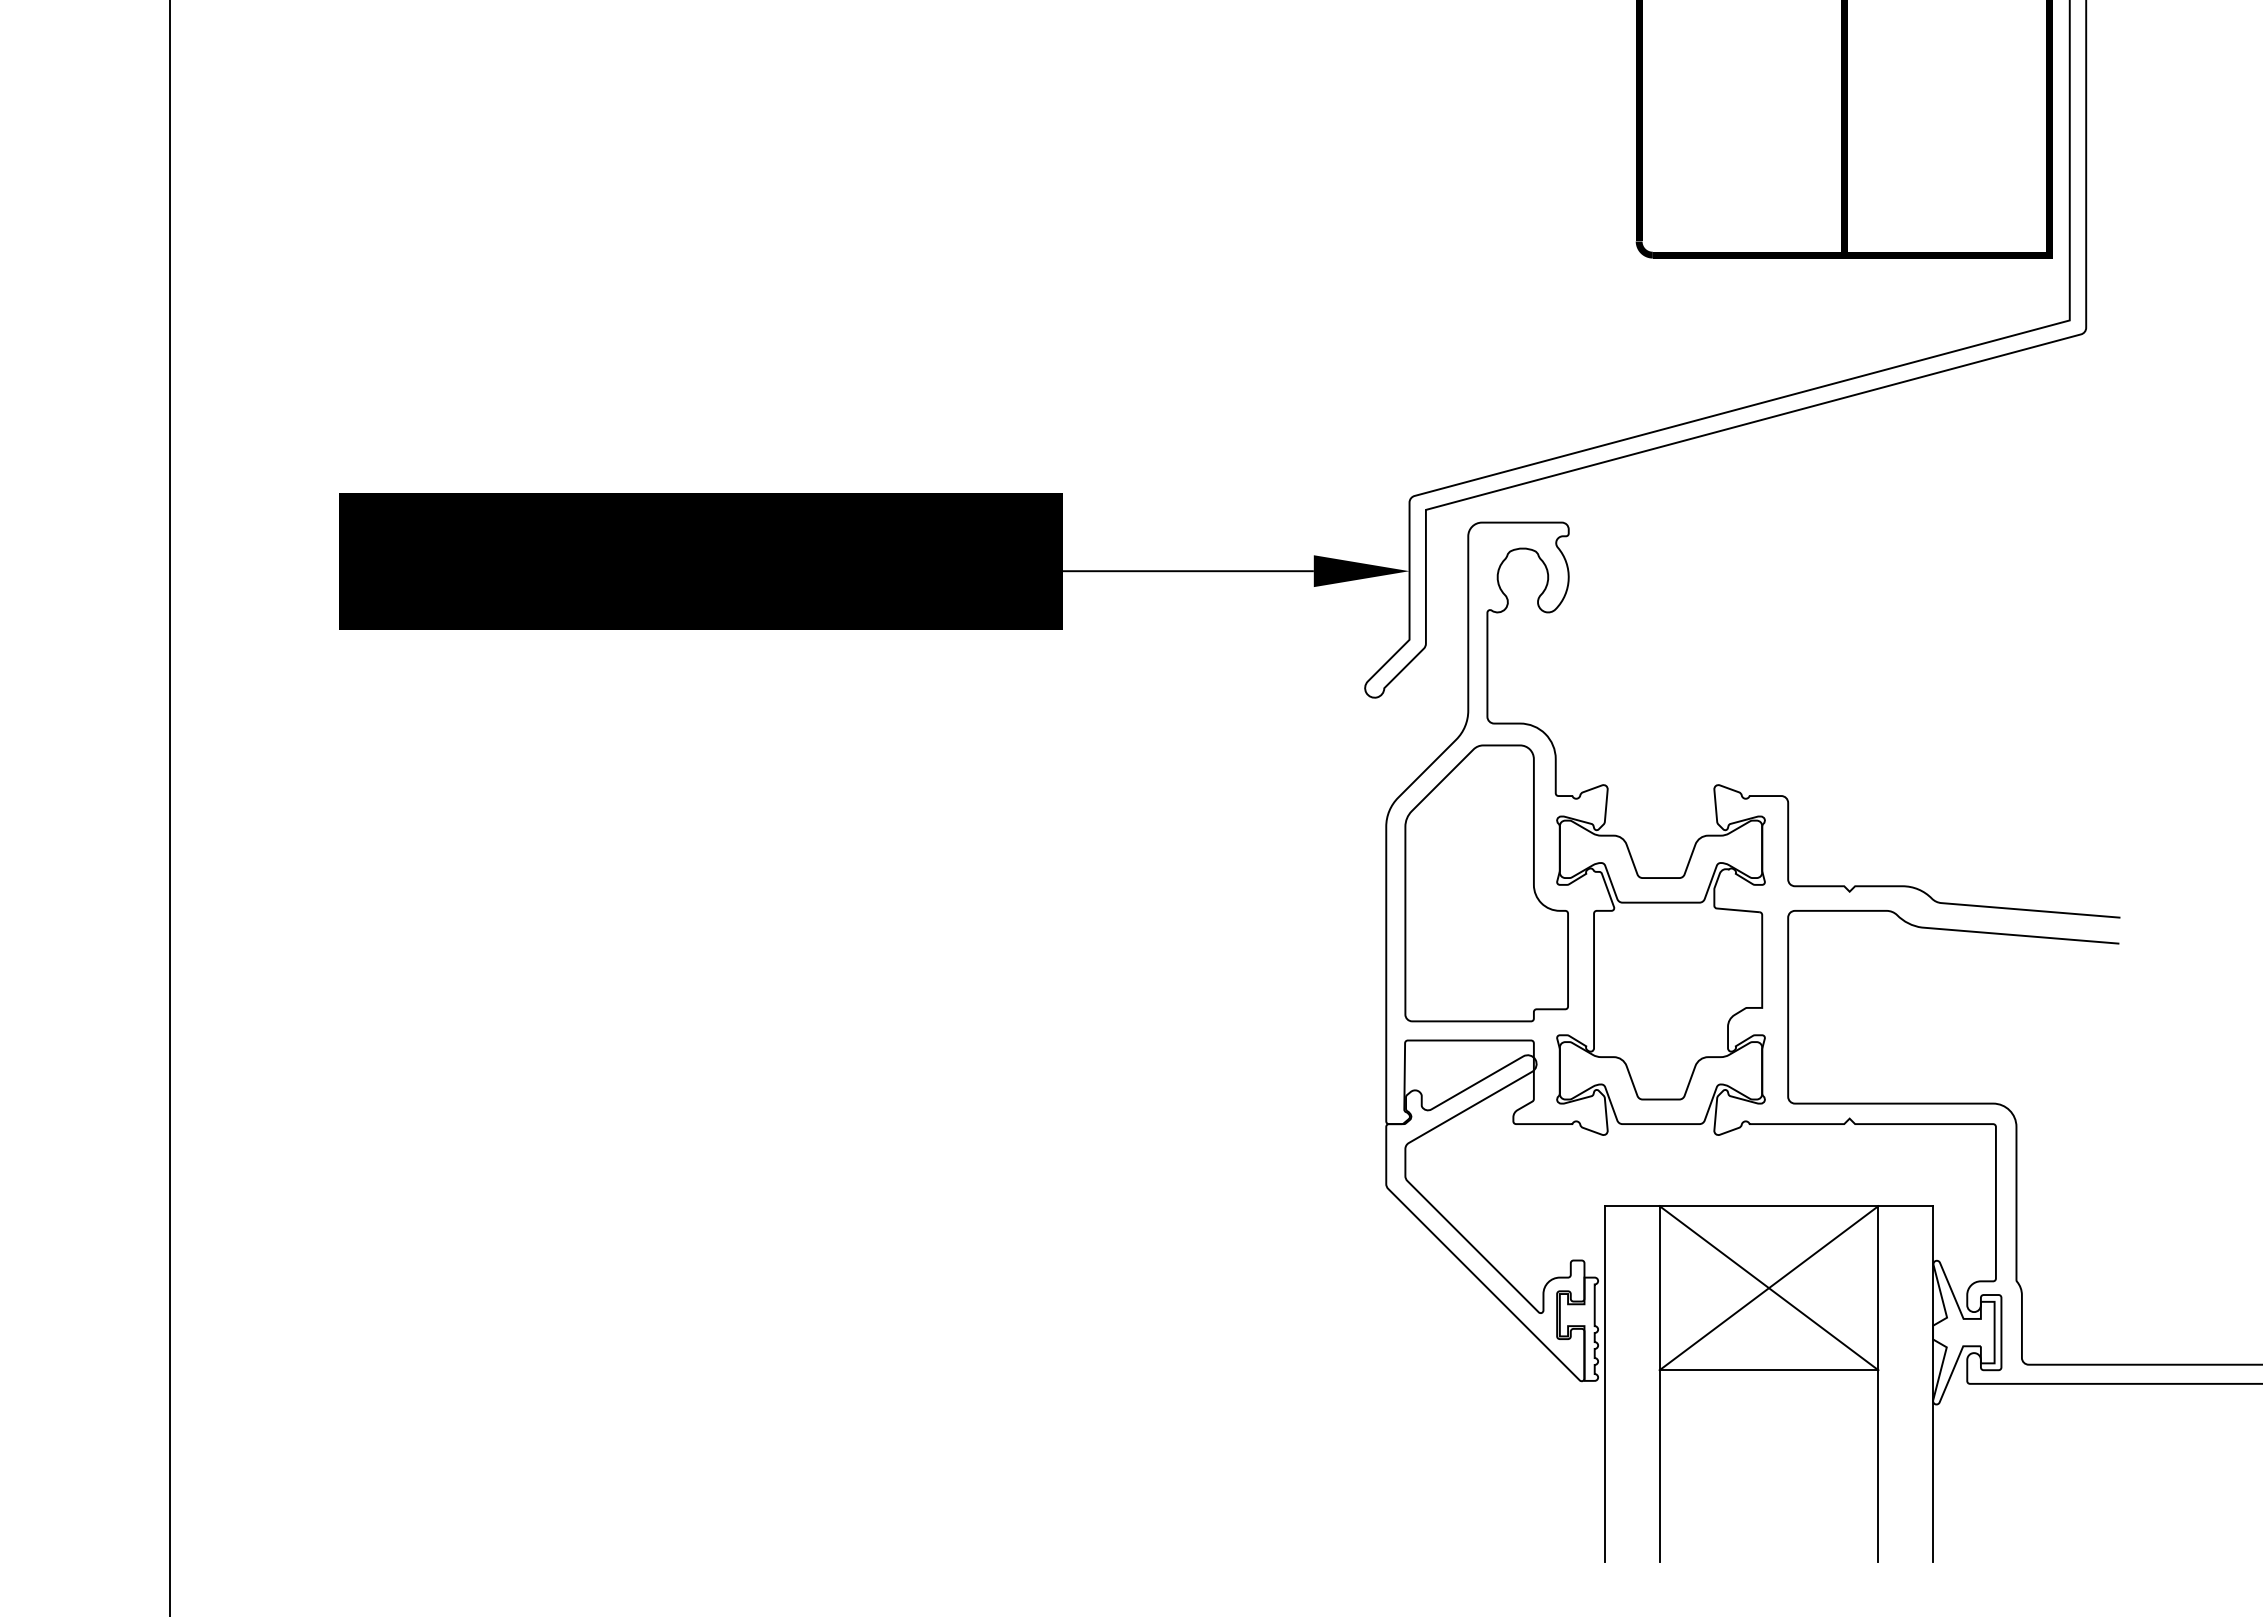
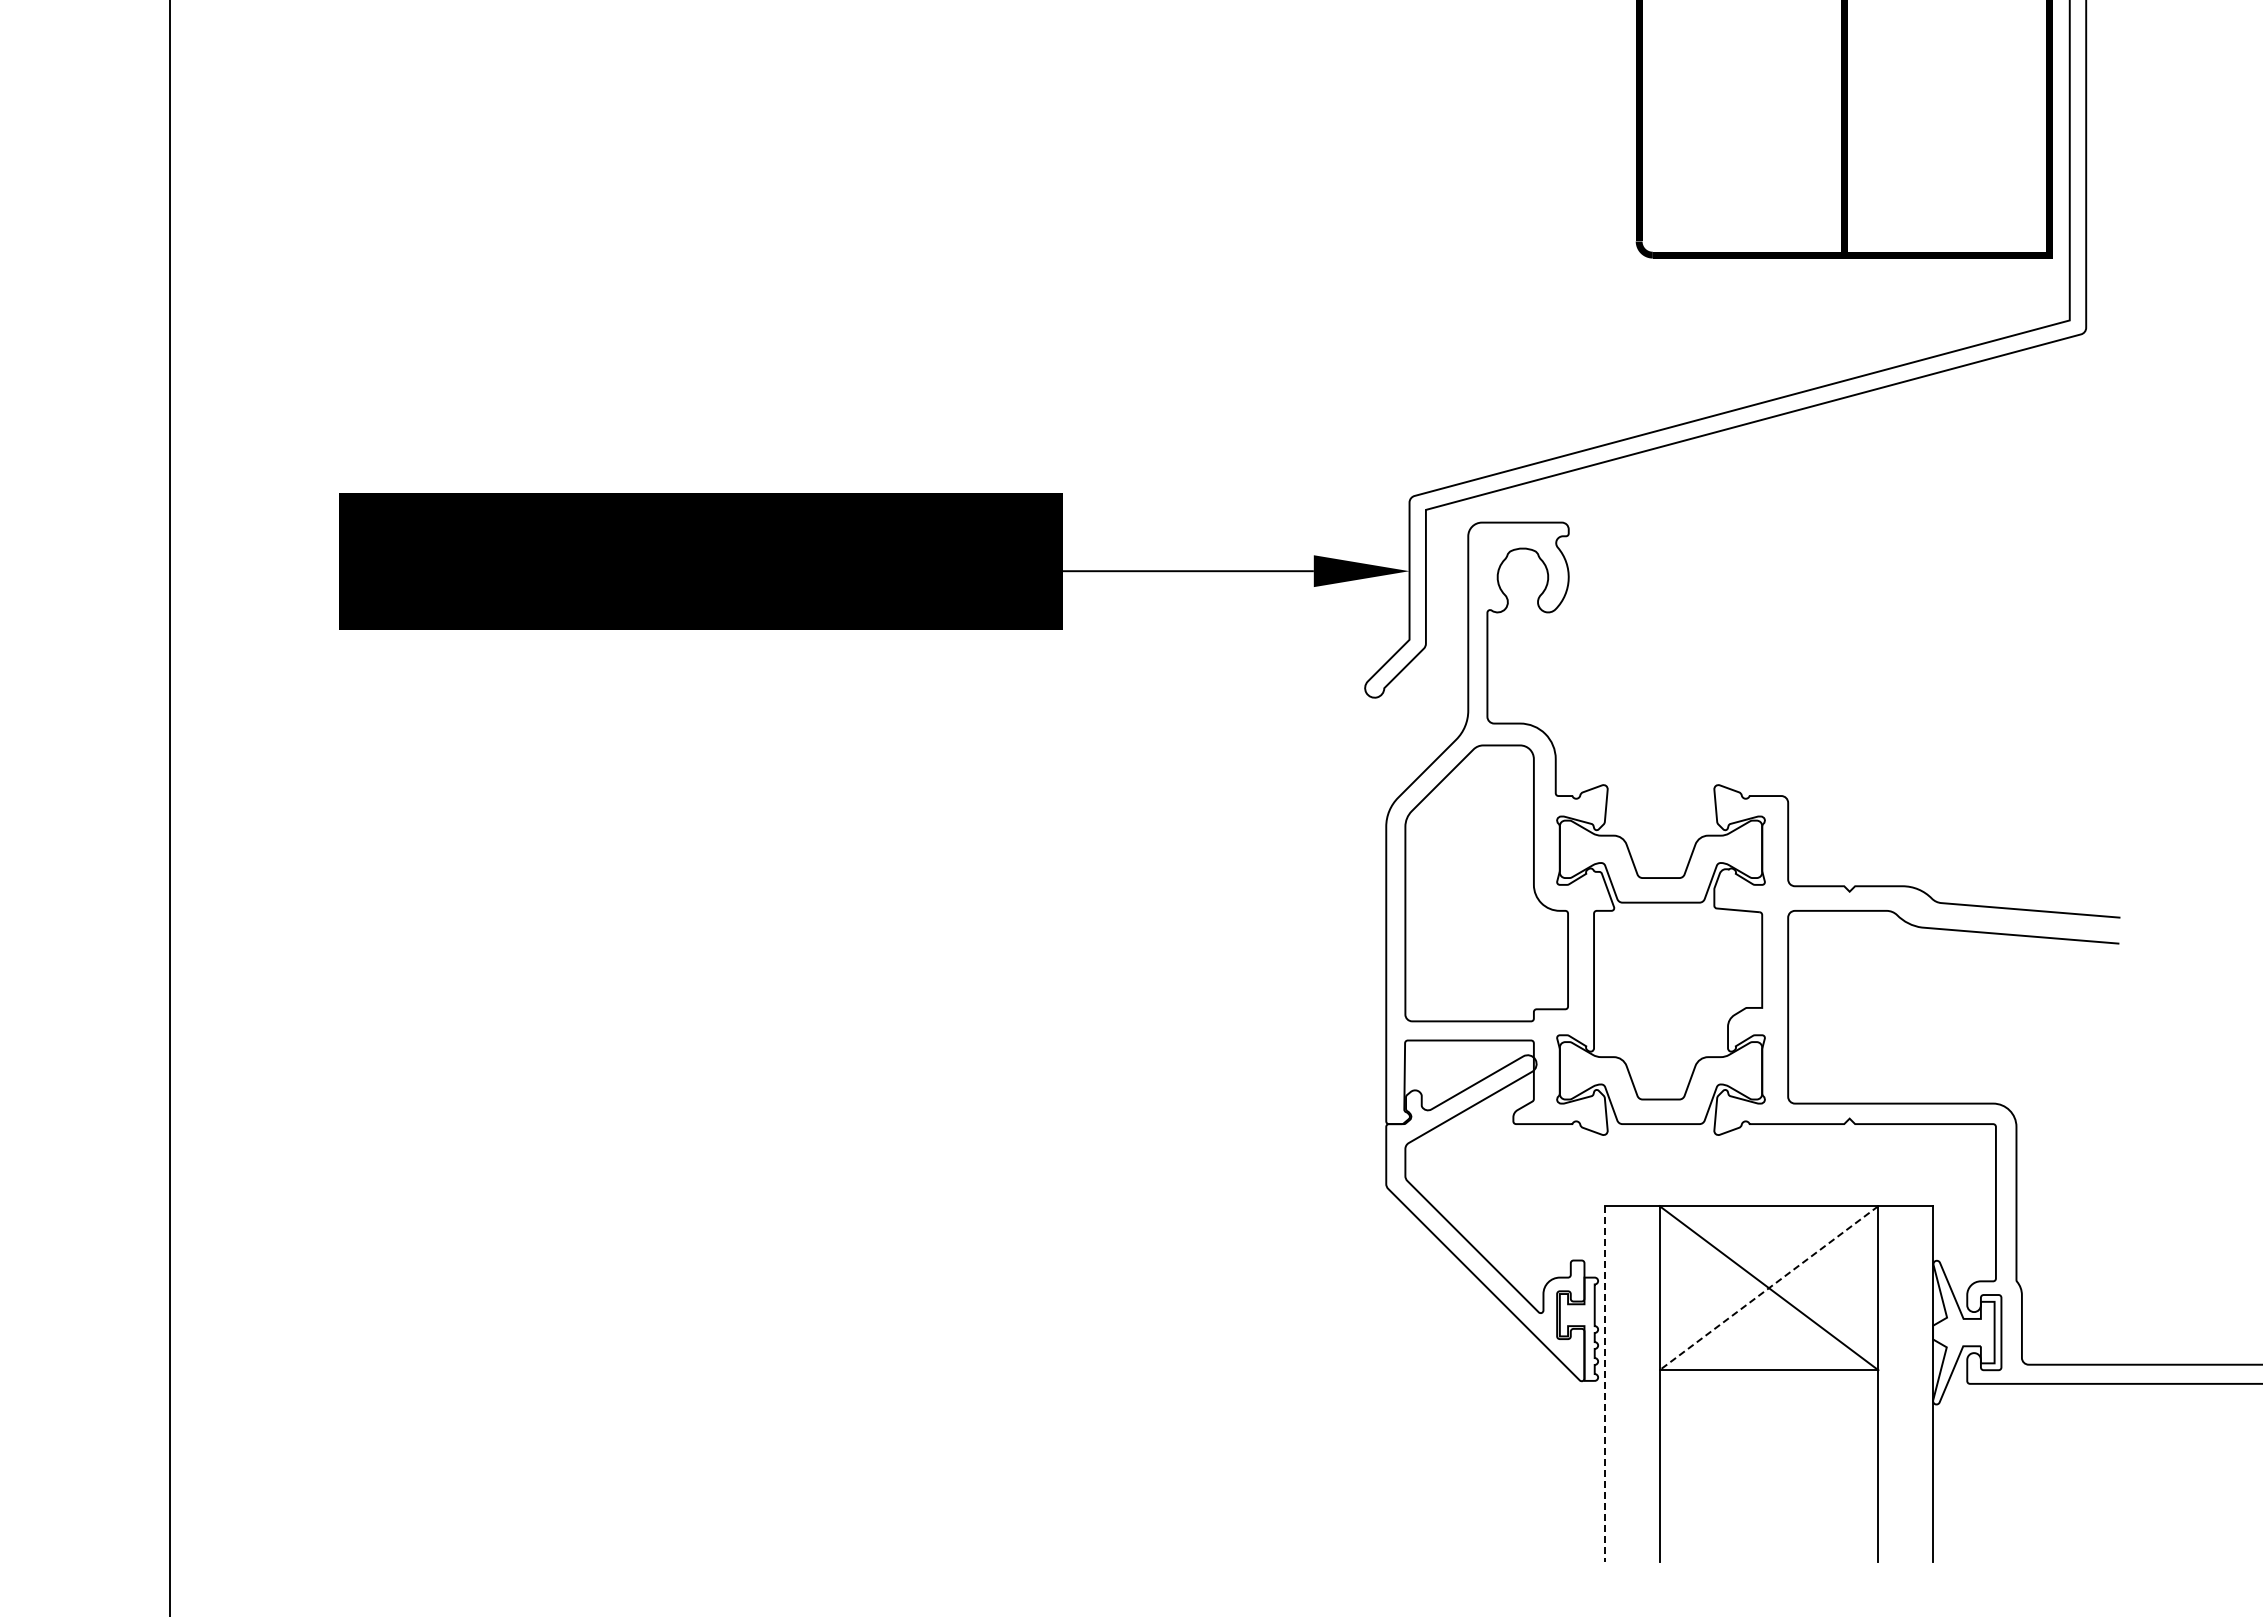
line at (1769, 1288): solid -> dashed
line at (1604, 1383): solid -> dashed
